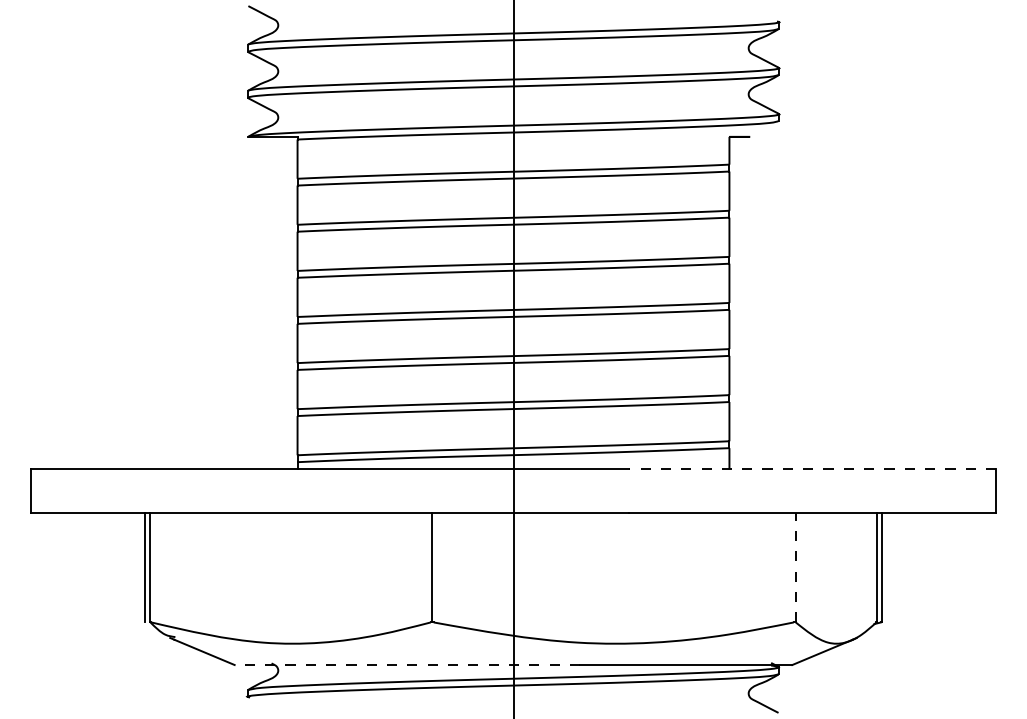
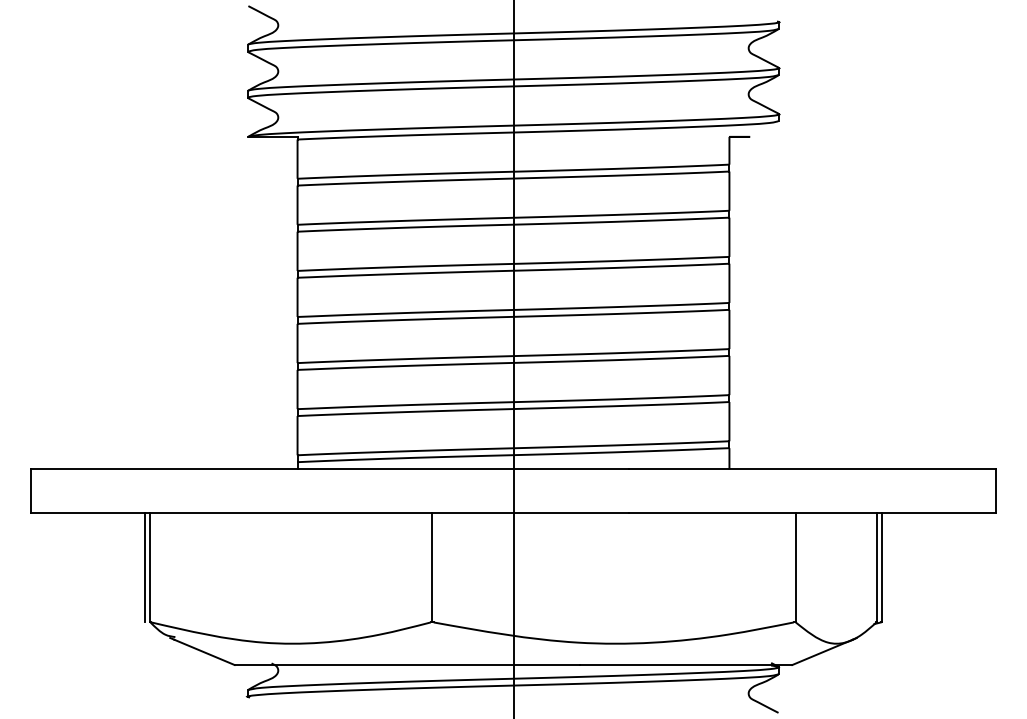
line at (812, 469): dashed -> solid
line at (795, 567): dashed -> solid
line at (407, 665): dashed -> solid
